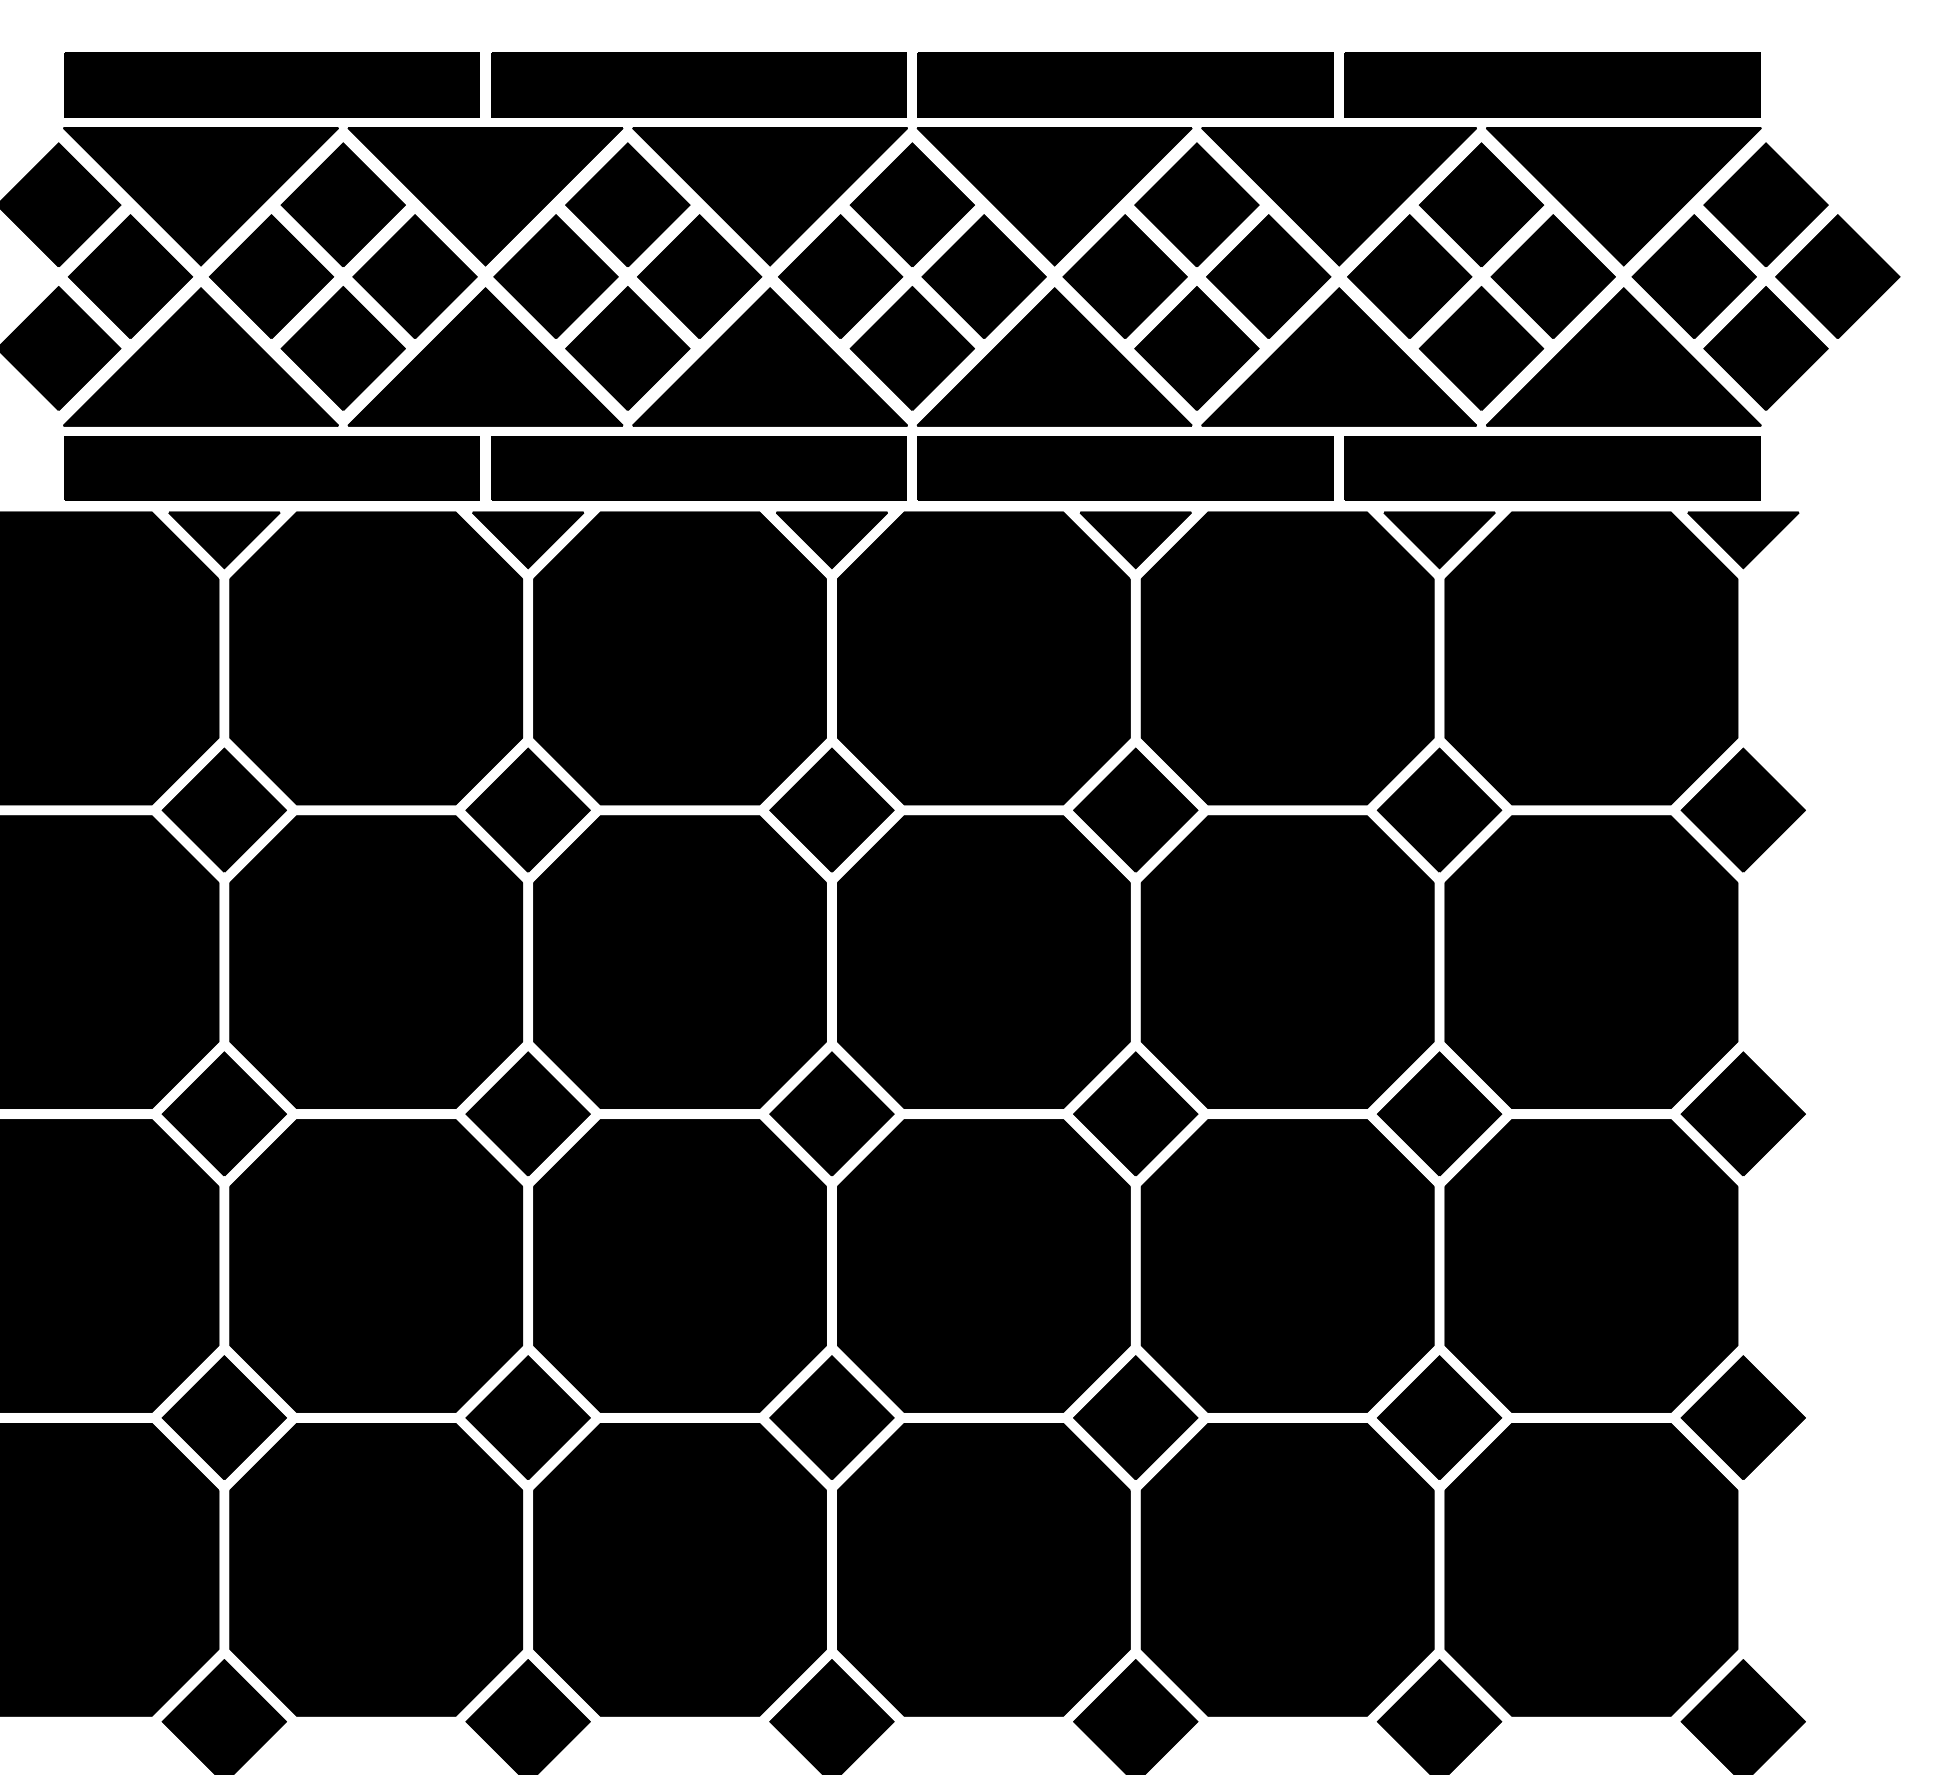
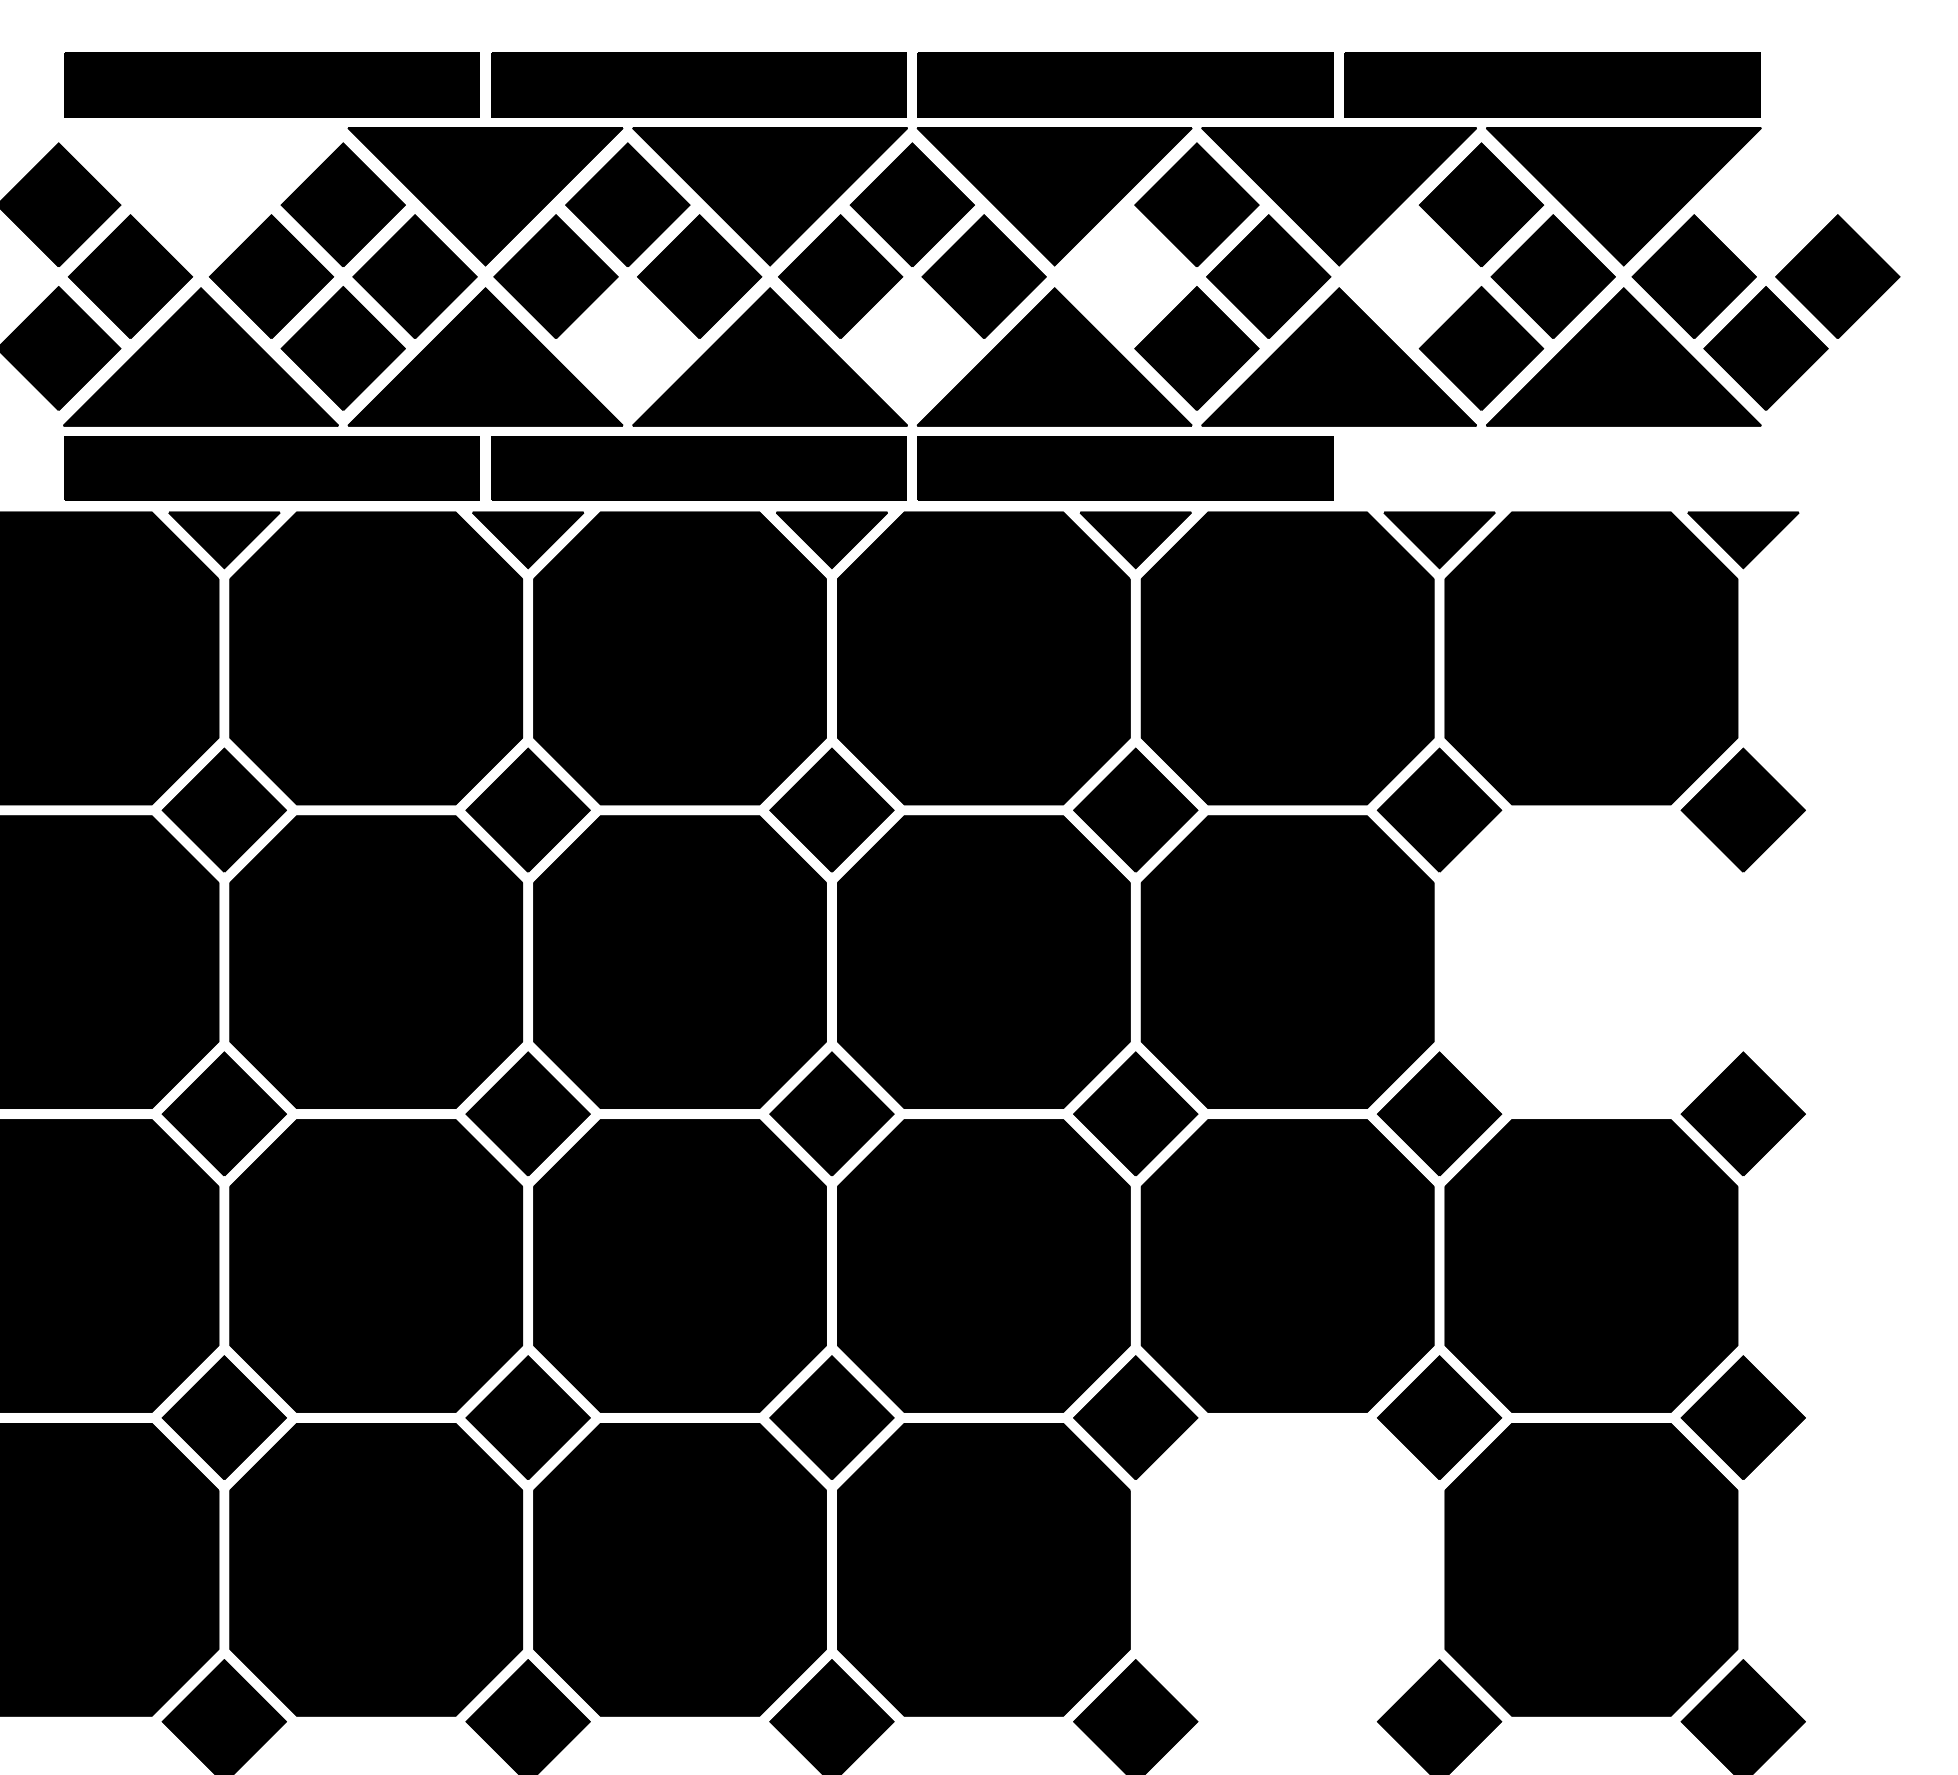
part at (200, 196): present -> none
part at (1765, 204): present -> none
part at (1124, 276): present -> none
part at (1409, 276): present -> none
part at (627, 348): present -> none
part at (911, 348): present -> none
part at (1552, 468): present -> none
part at (1591, 961): present -> none
part at (1287, 1569): present -> none
